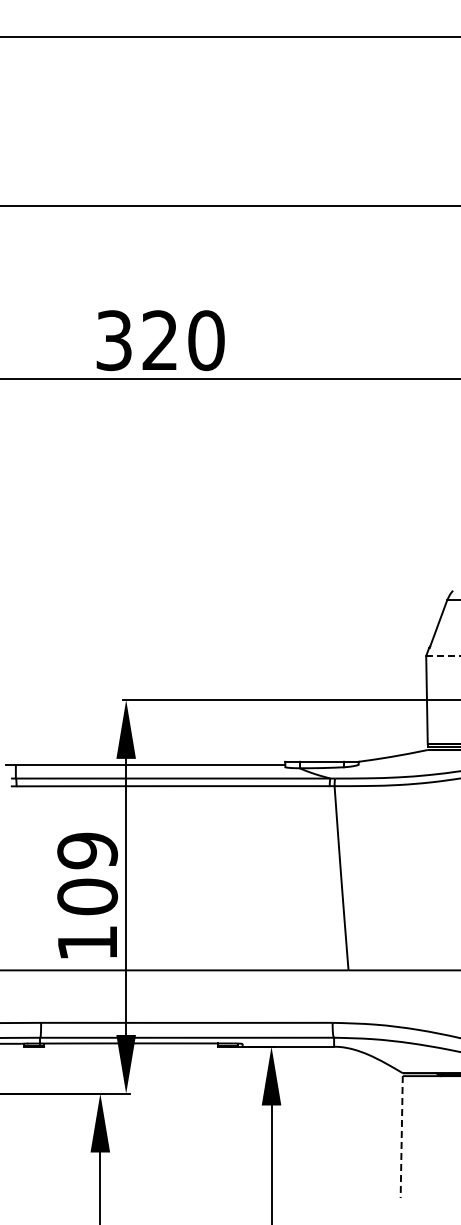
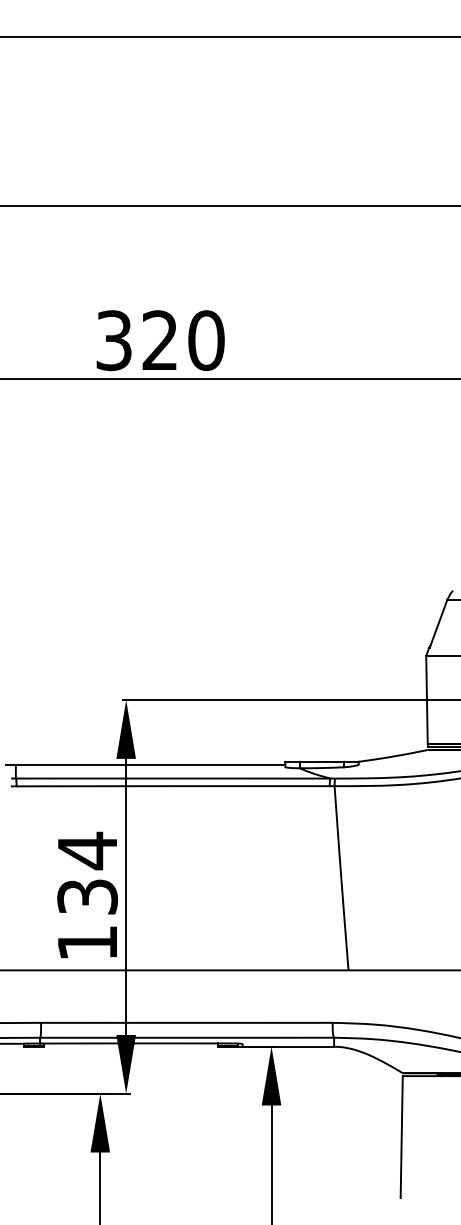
line at (443, 656): dashed -> solid
text at (87, 873): 109 -> 134
line at (401, 1137): dashed -> solid
